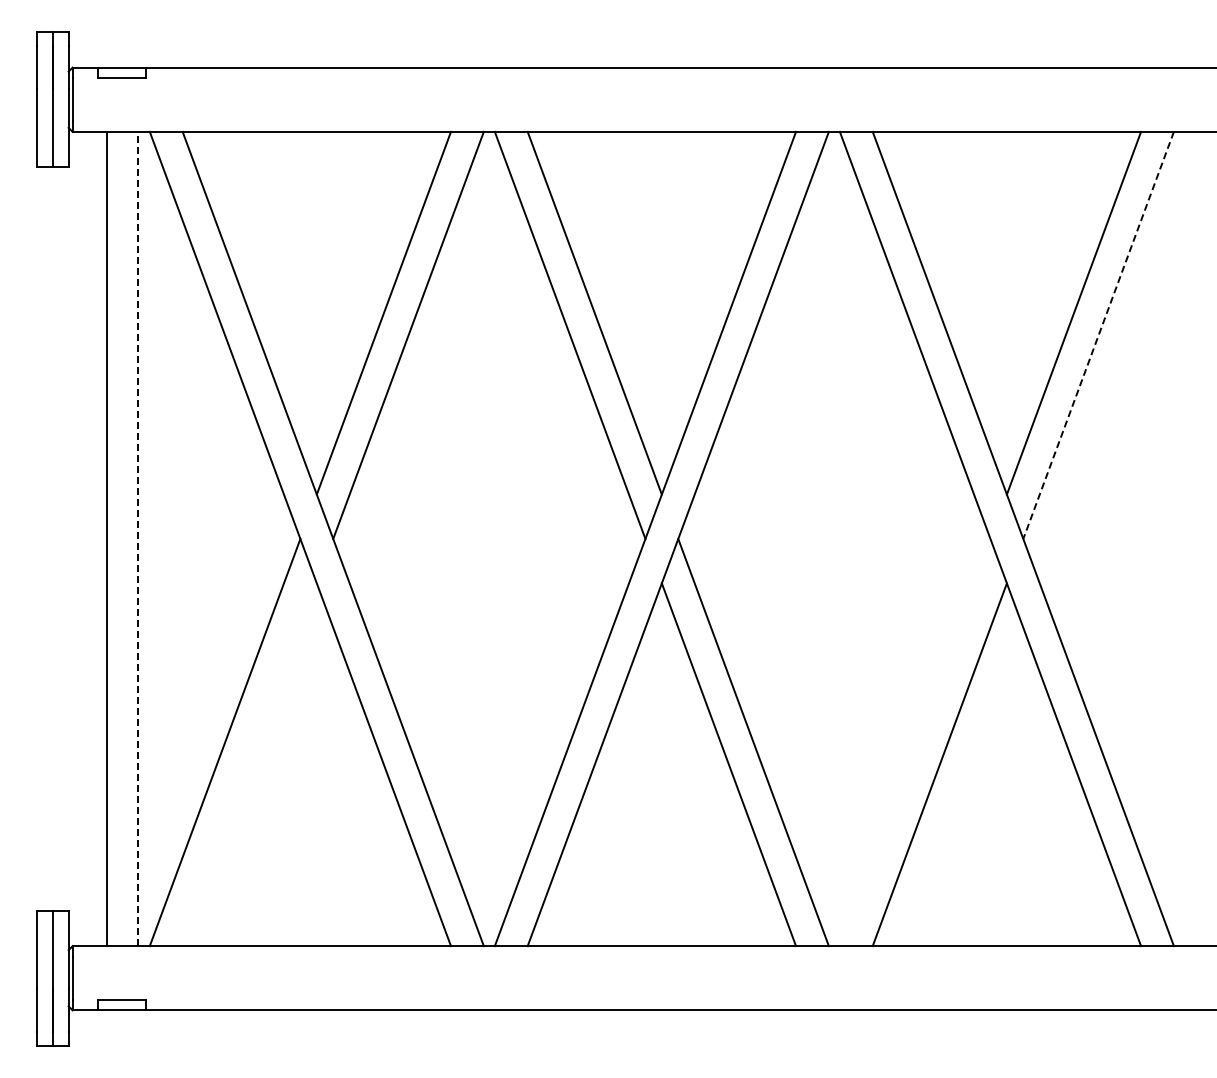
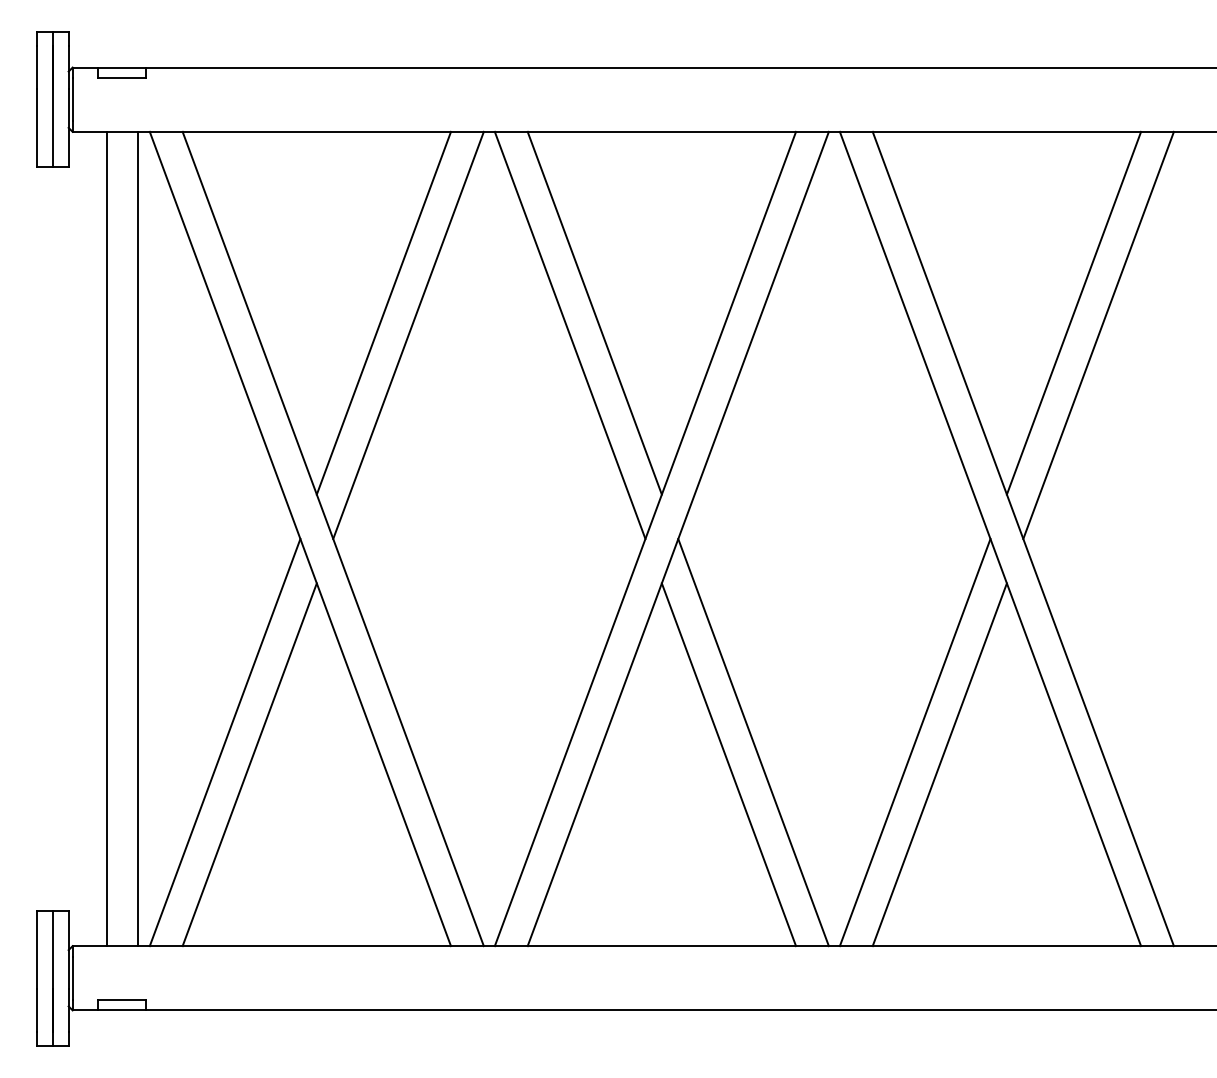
line at (1098, 335): dashed -> solid
line at (137, 538): dashed -> solid
line at (914, 742): none -> present
line at (249, 764): none -> present
